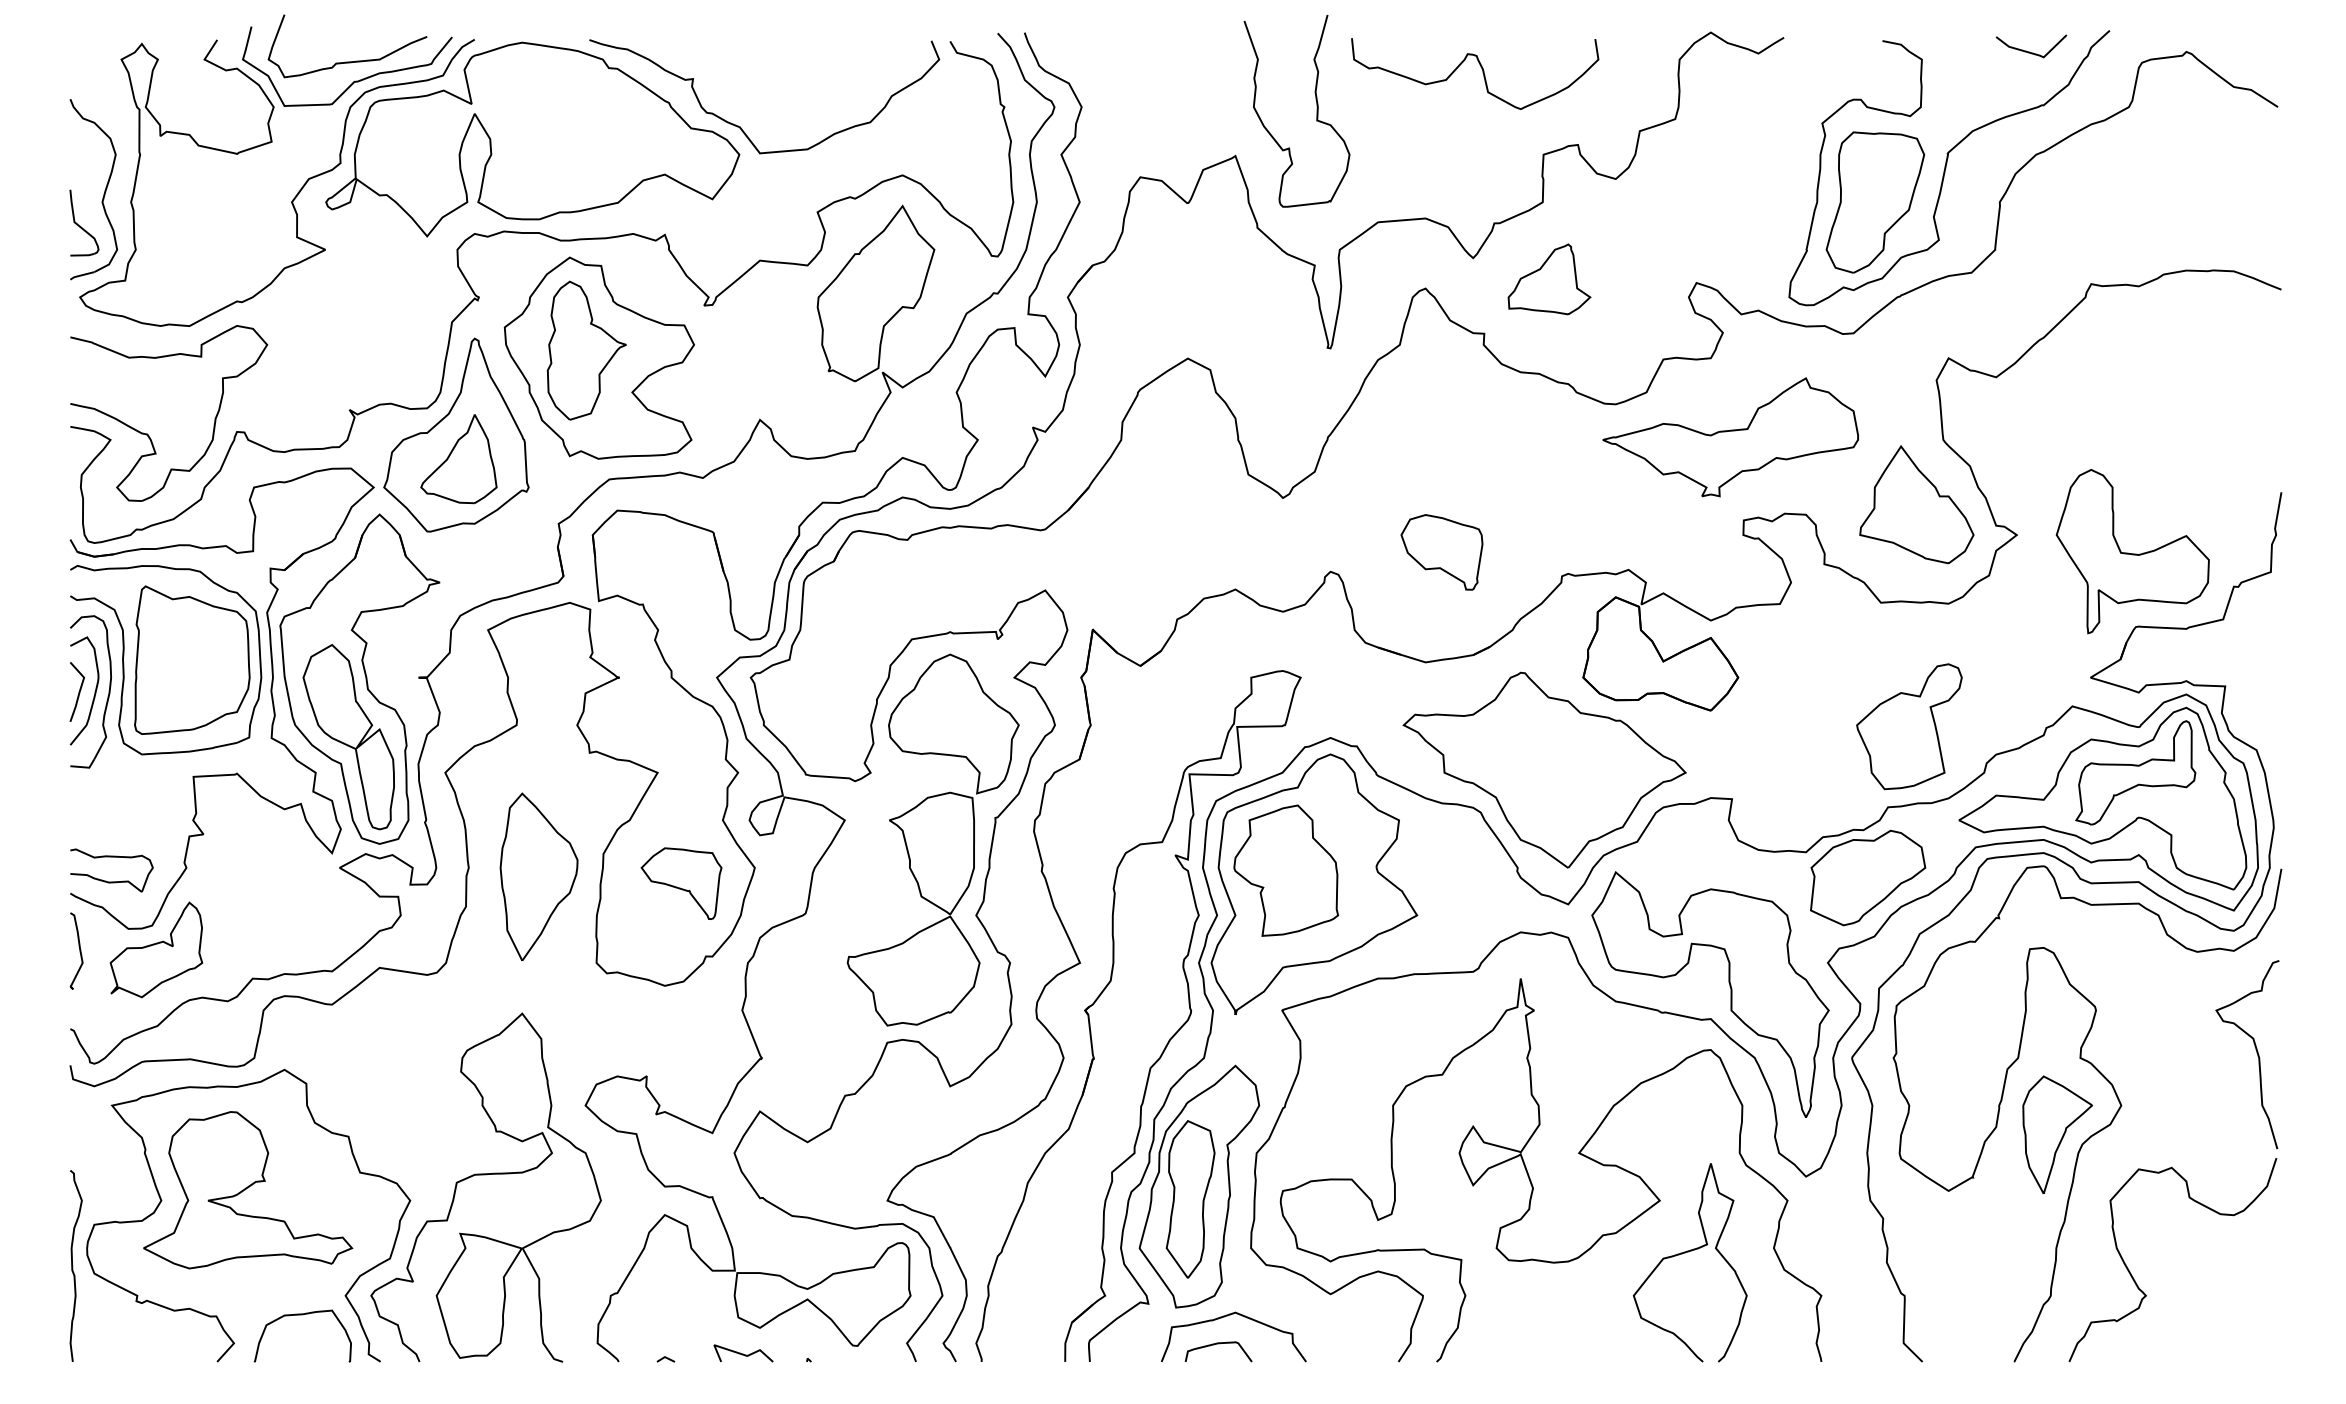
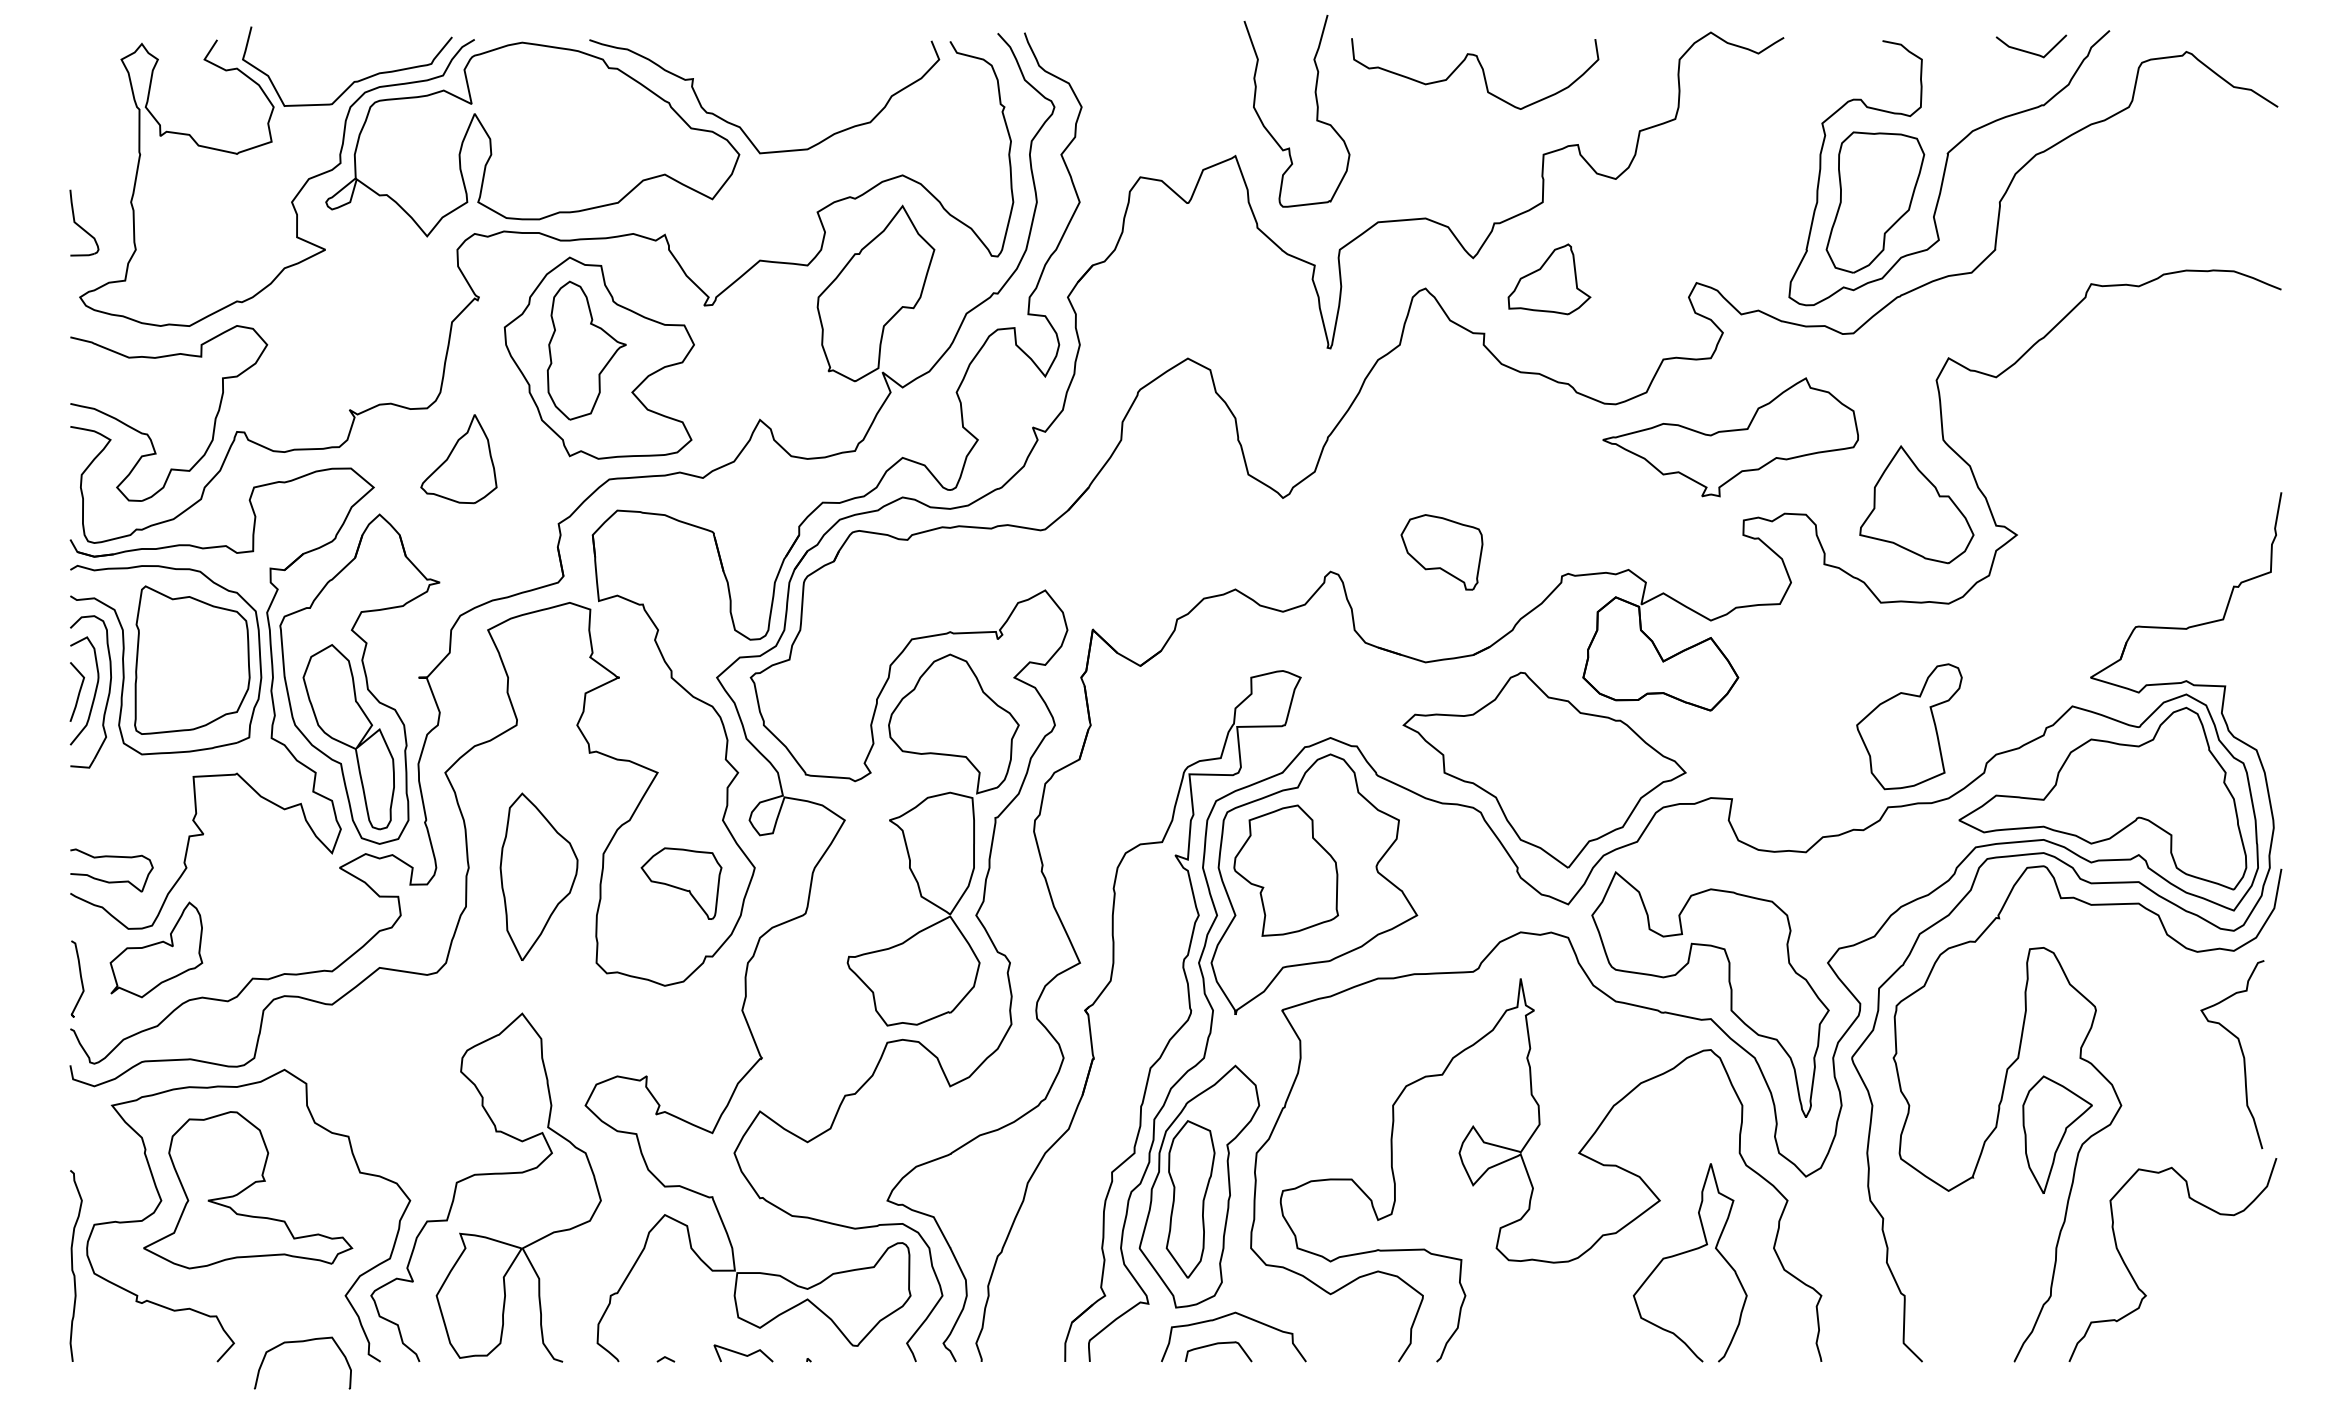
curve at (347, 61): present -> none
part at (103, 193): present -> none
part at (456, 434): present -> none
part at (2132, 551): present -> none
part at (2135, 772): present -> none
part at (1868, 877): present -> none
curve at (79, 950) position: (79, 950) -> (80, 978)
curve at (2256, 1053) position: (2256, 1053) -> (2241, 1053)
curve at (302, 1315) position: (302, 1315) -> (302, 1342)
